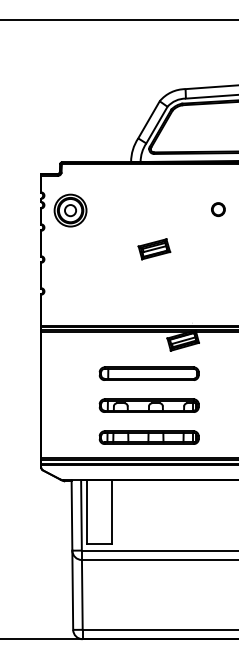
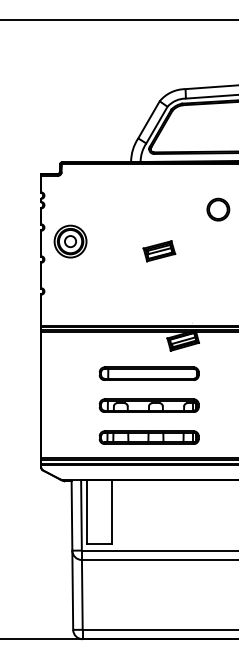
part at (218, 209) size: 15x15 px -> 25x25 px
part at (70, 210) position: (70, 210) -> (70, 241)
part at (154, 249) position: (154, 249) -> (159, 251)
